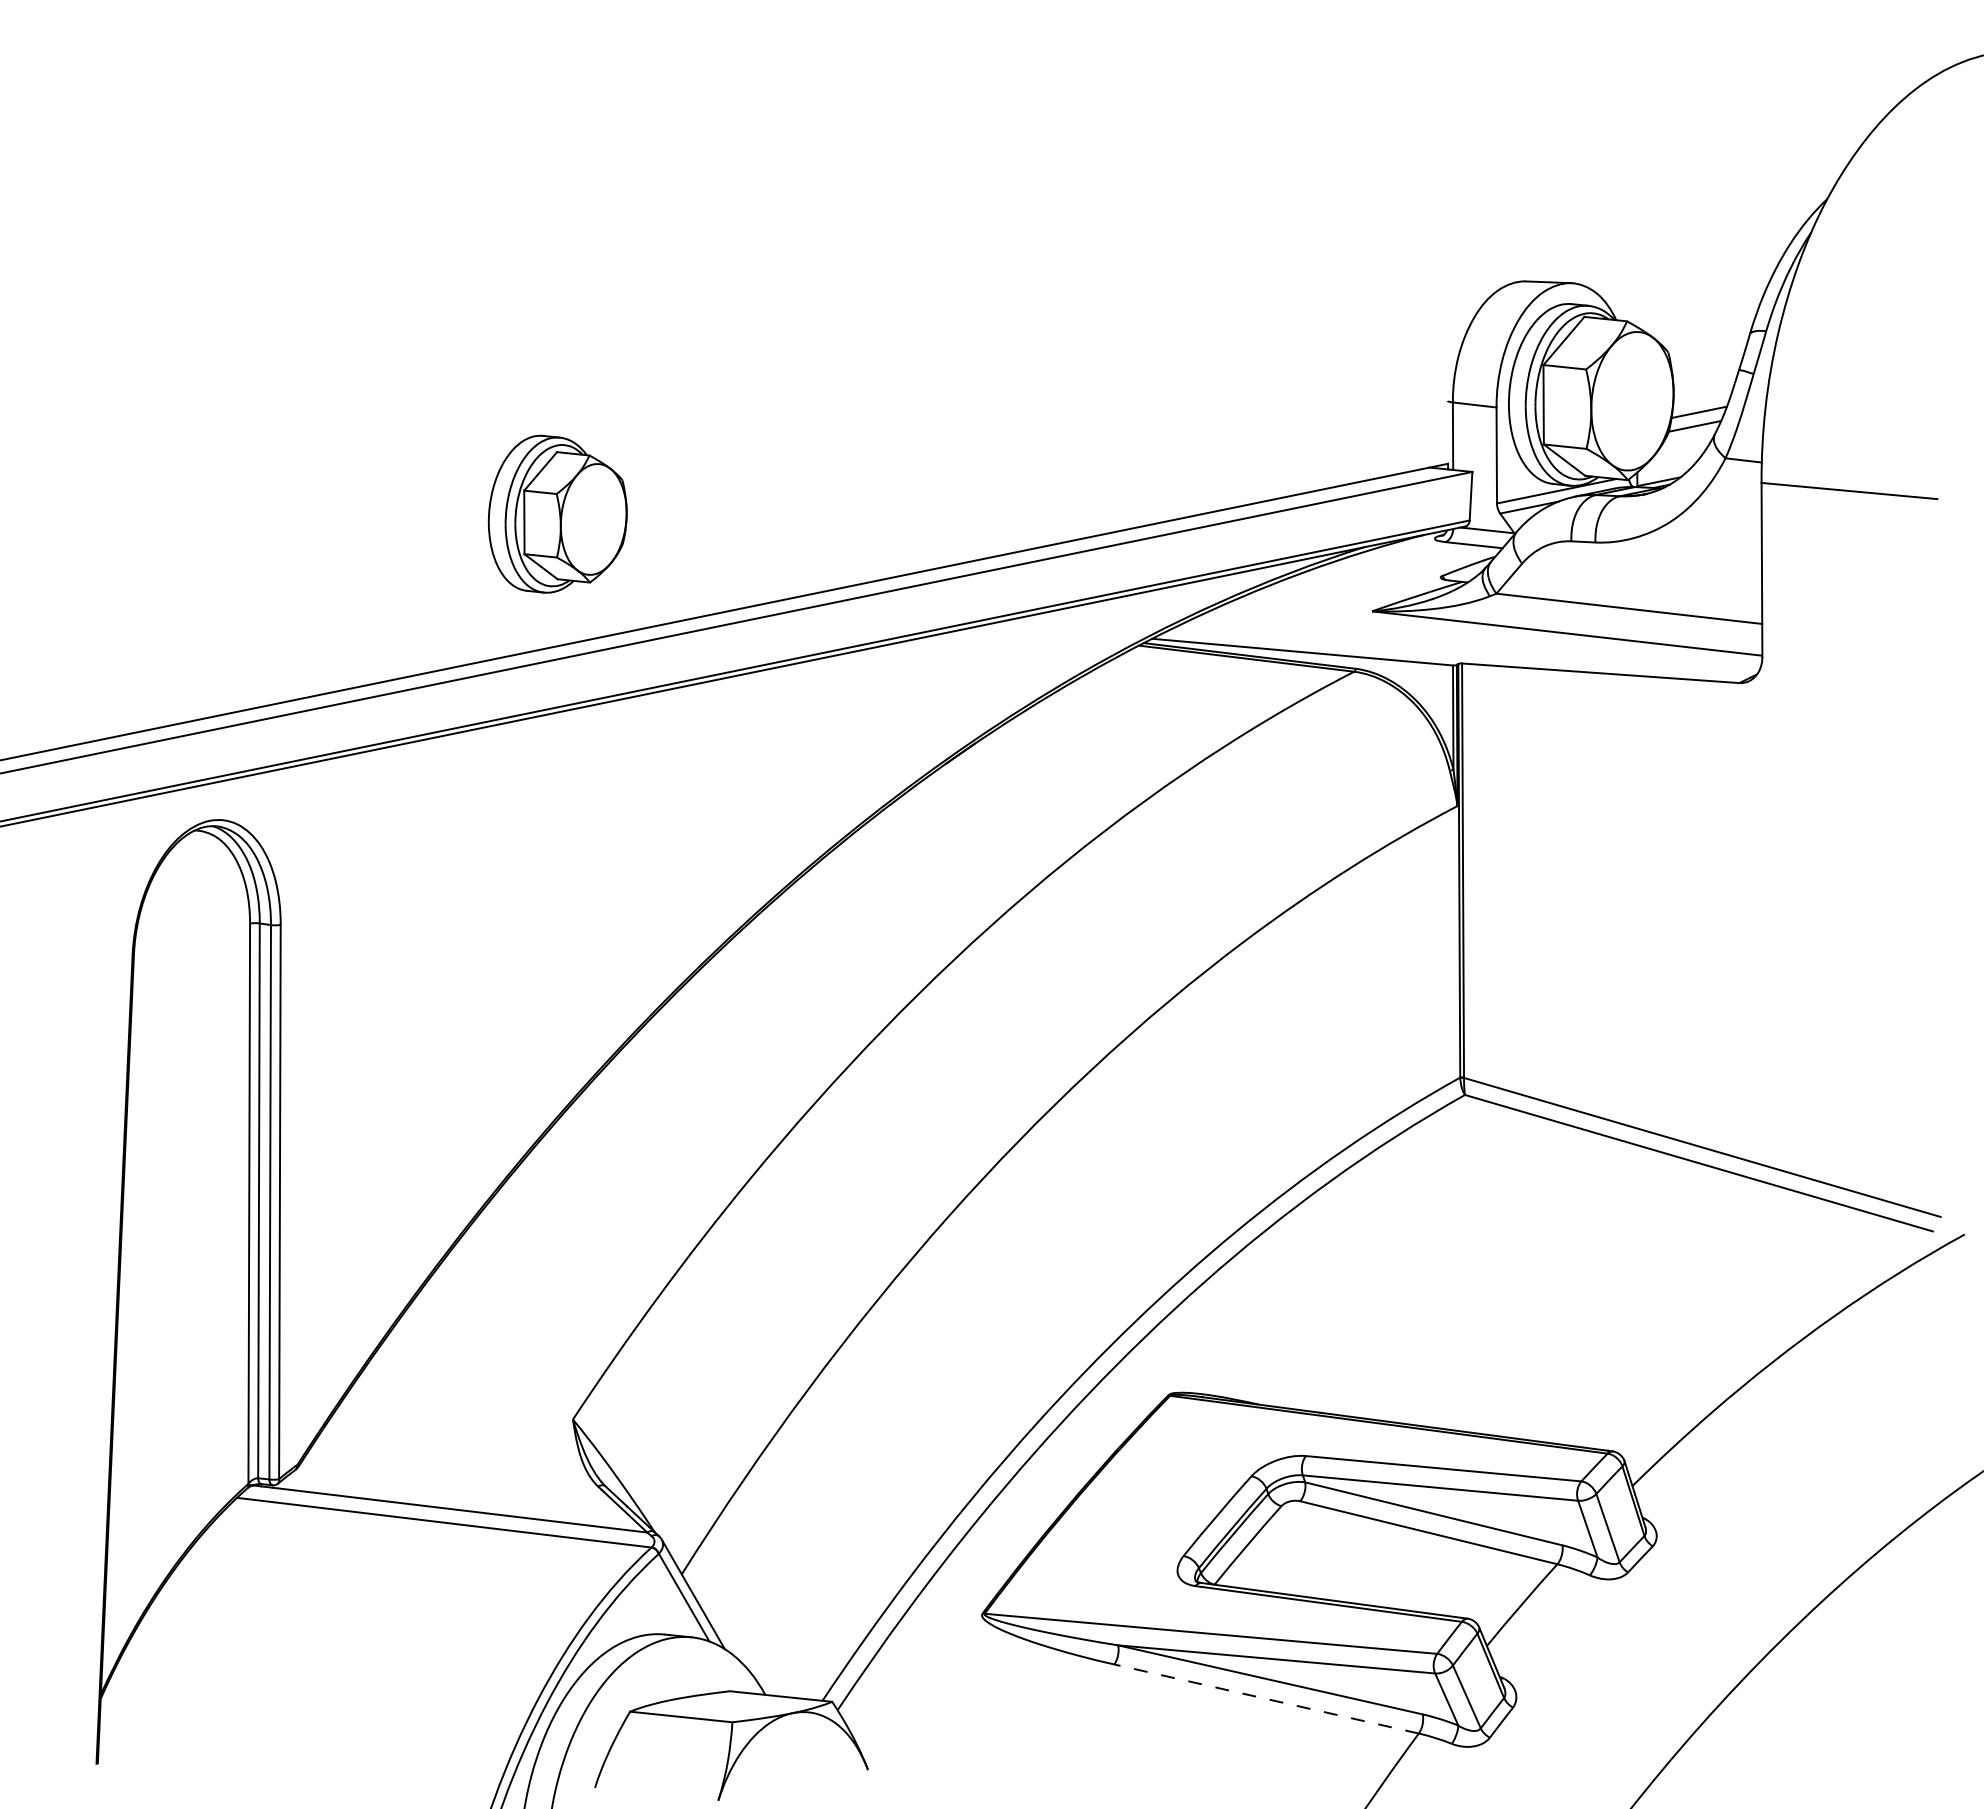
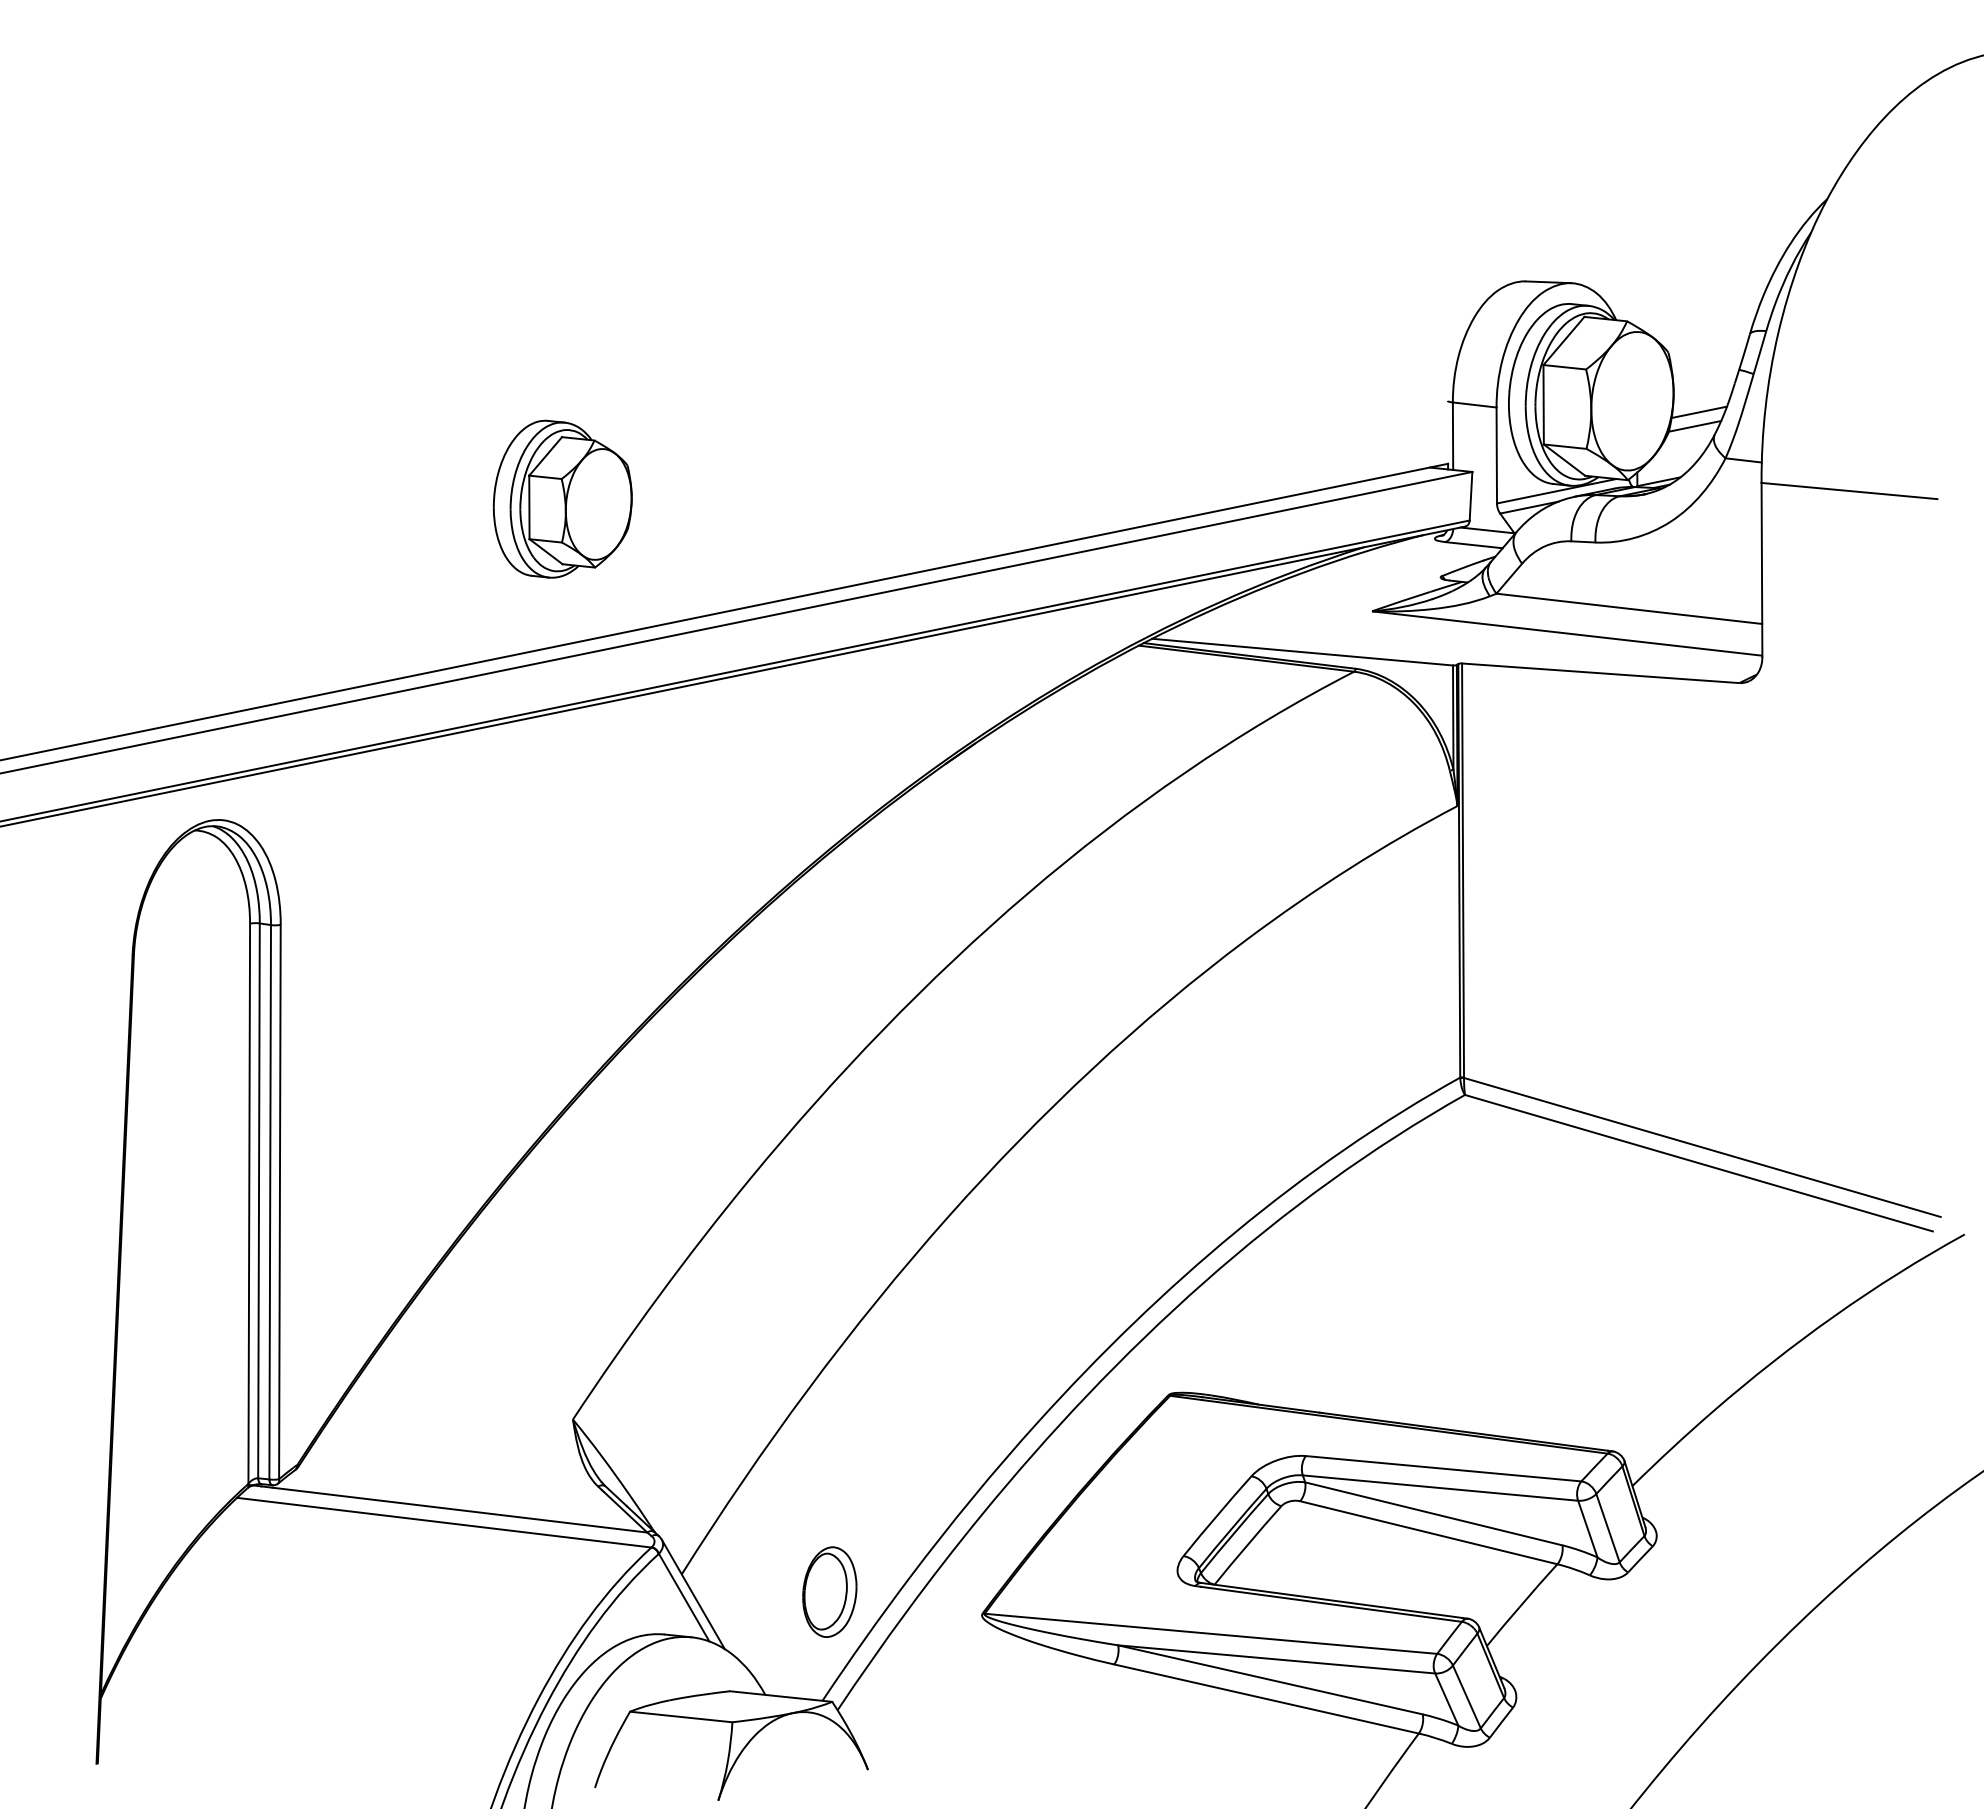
part at (557, 513) position: (557, 513) -> (562, 498)
part at (829, 1591): none -> present
line at (1266, 1698): dashed -> solid
